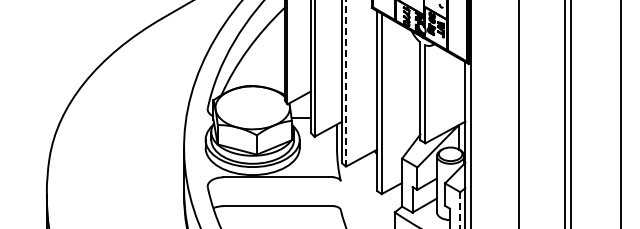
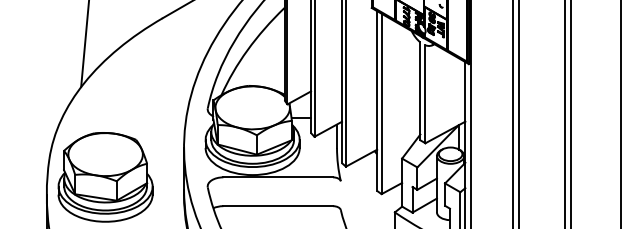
line at (84, 44): none -> present
line at (346, 83): dashed -> solid
line at (512, 113): none -> present
part at (105, 177): none -> present
line at (460, 210): dashed -> solid
